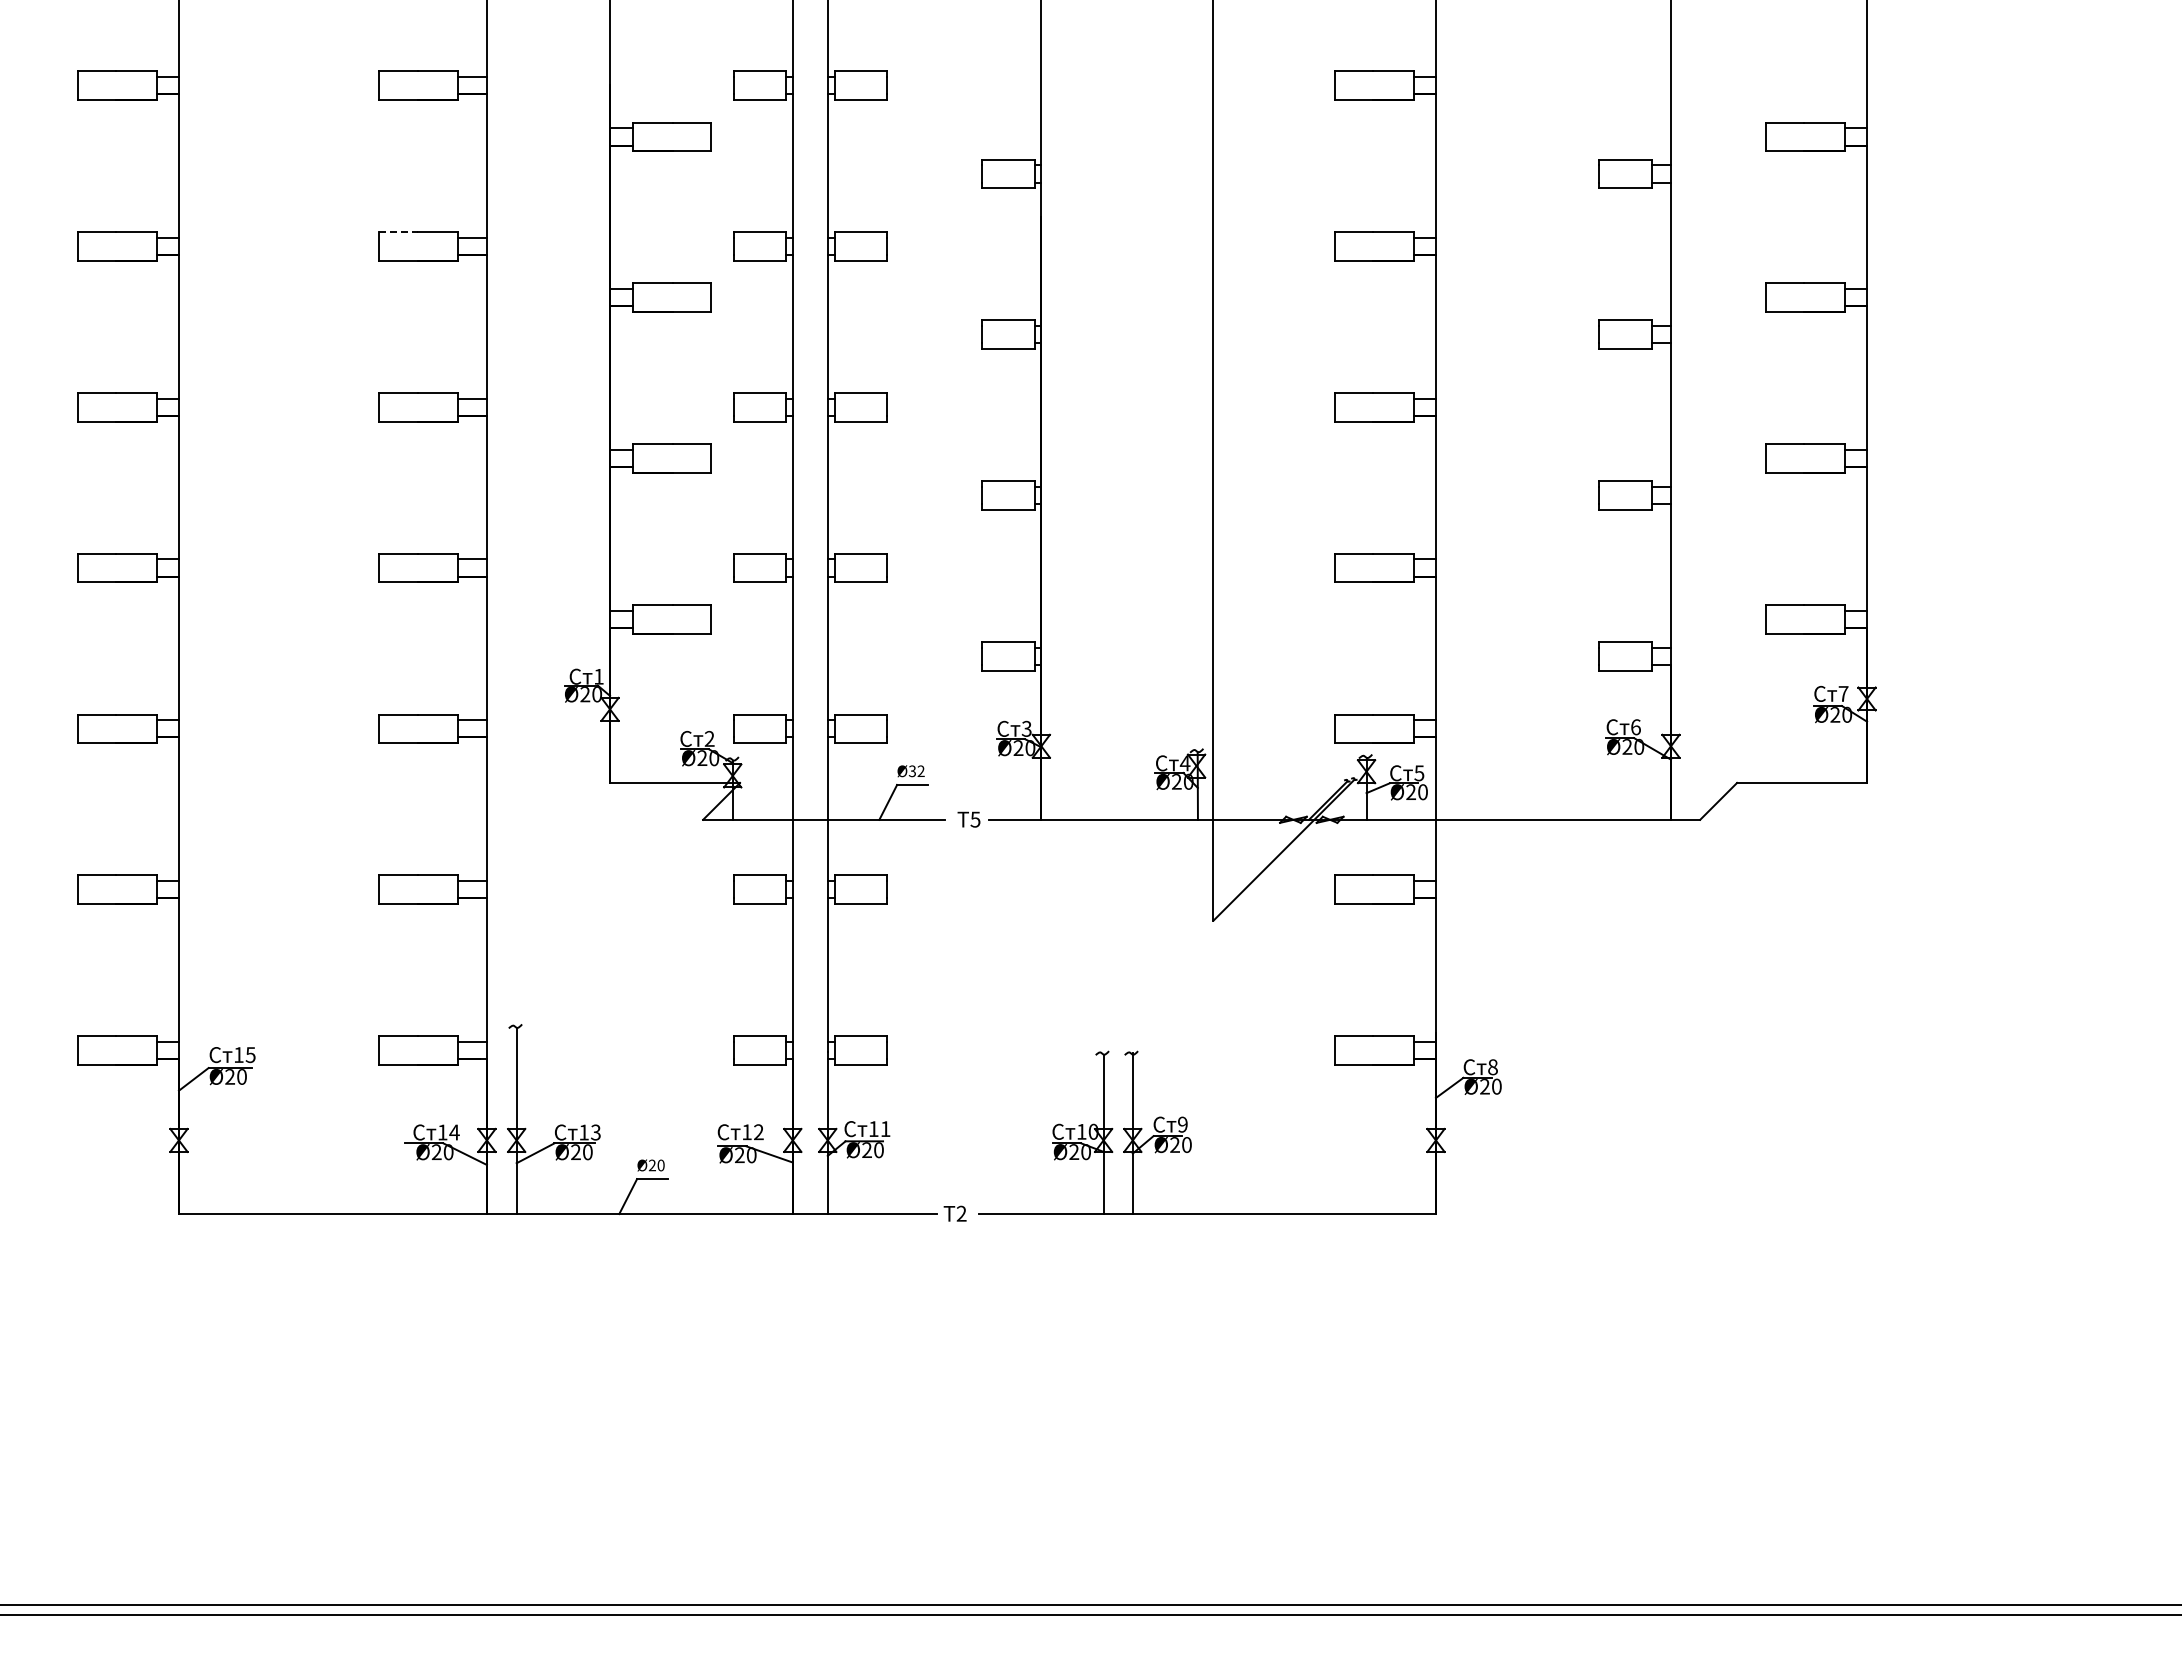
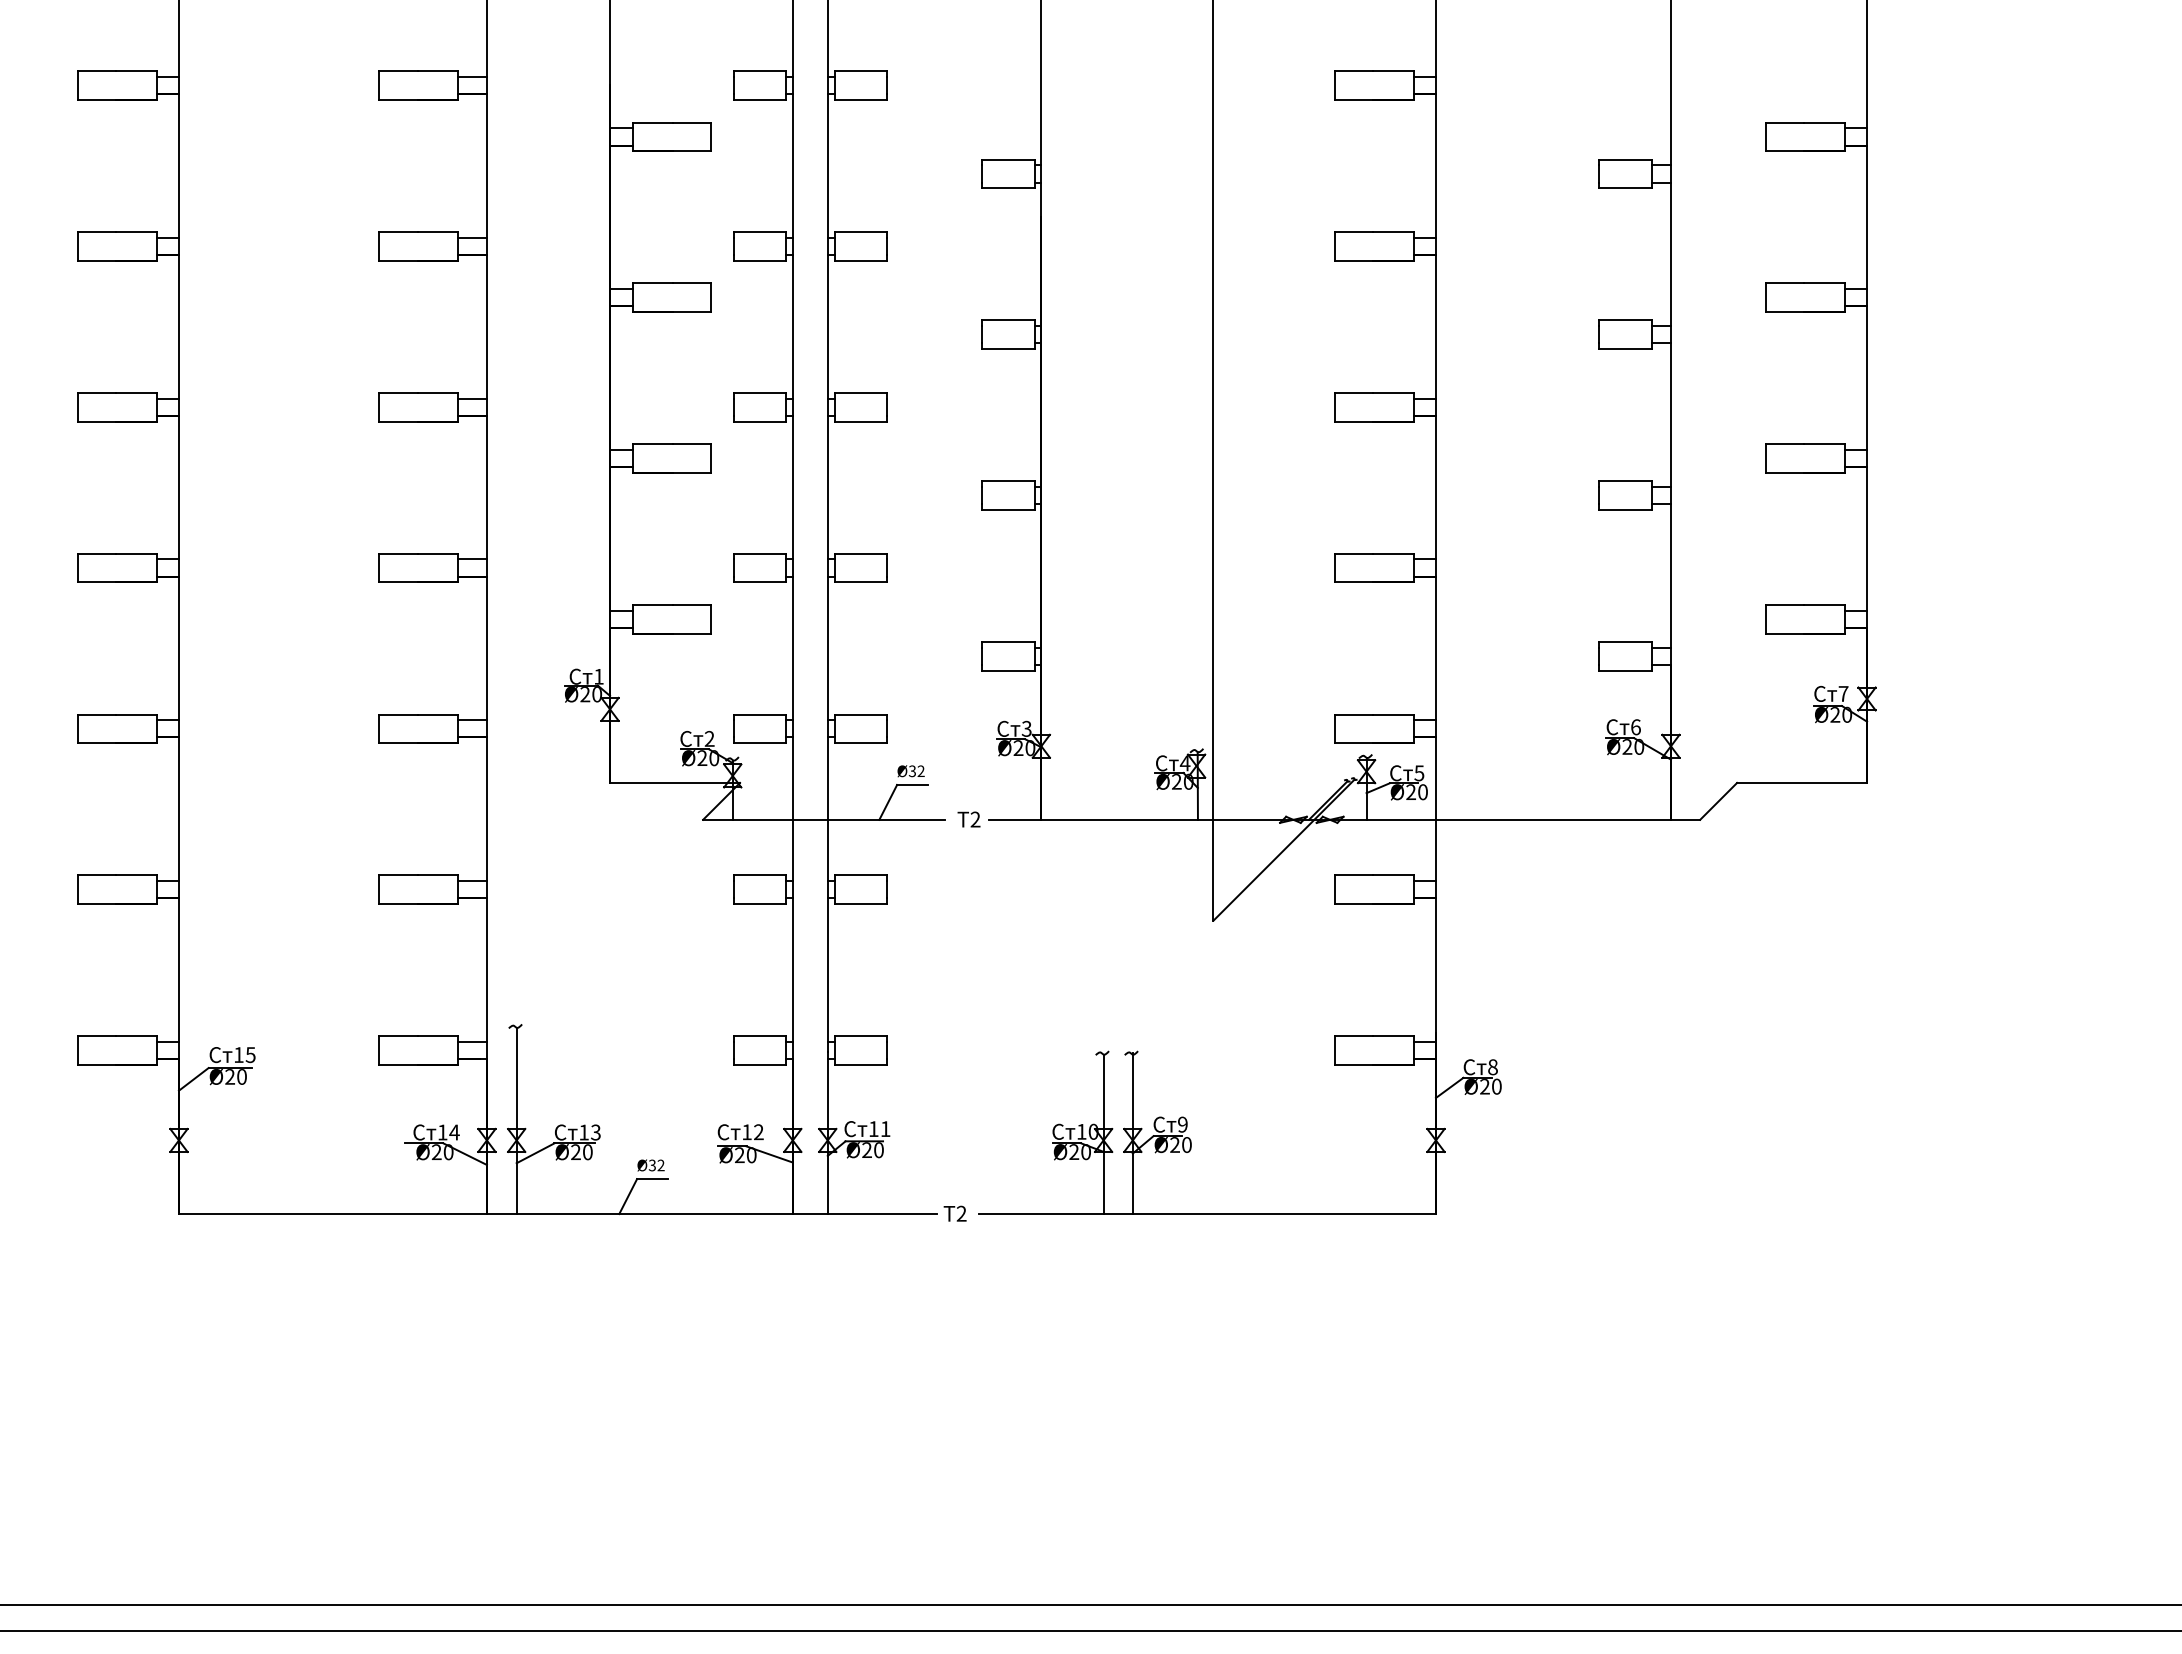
line at (398, 232): dashed -> solid
text at (975, 819): T5 -> T2
text at (656, 1165): Ø20 -> Ø32
line at (1090, 1614) position: (1090, 1614) -> (1090, 1630)
